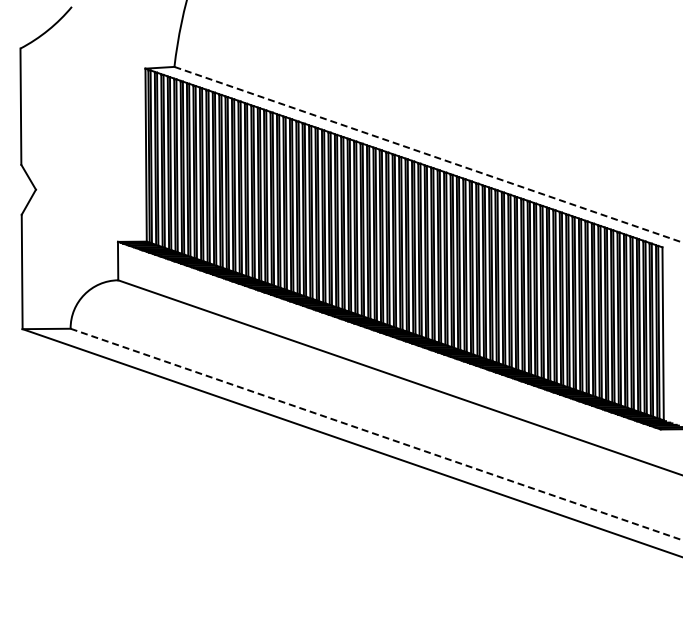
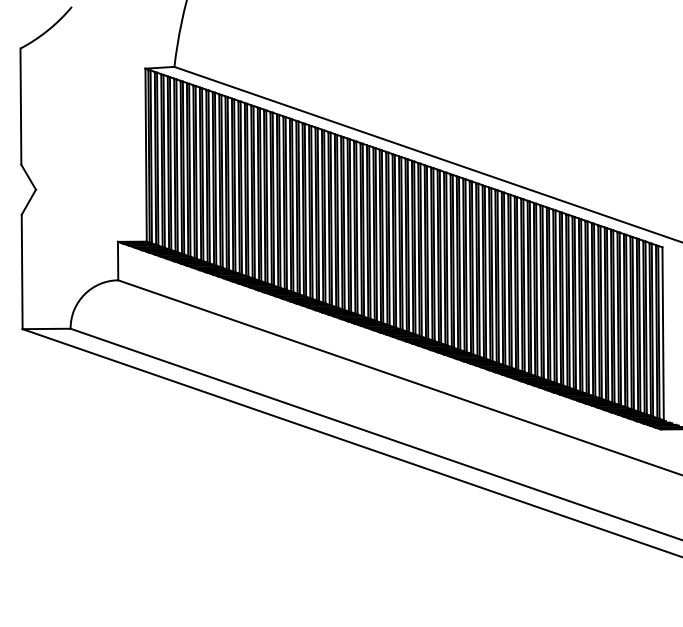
line at (428, 154): dashed -> solid
line at (376, 434): dashed -> solid
